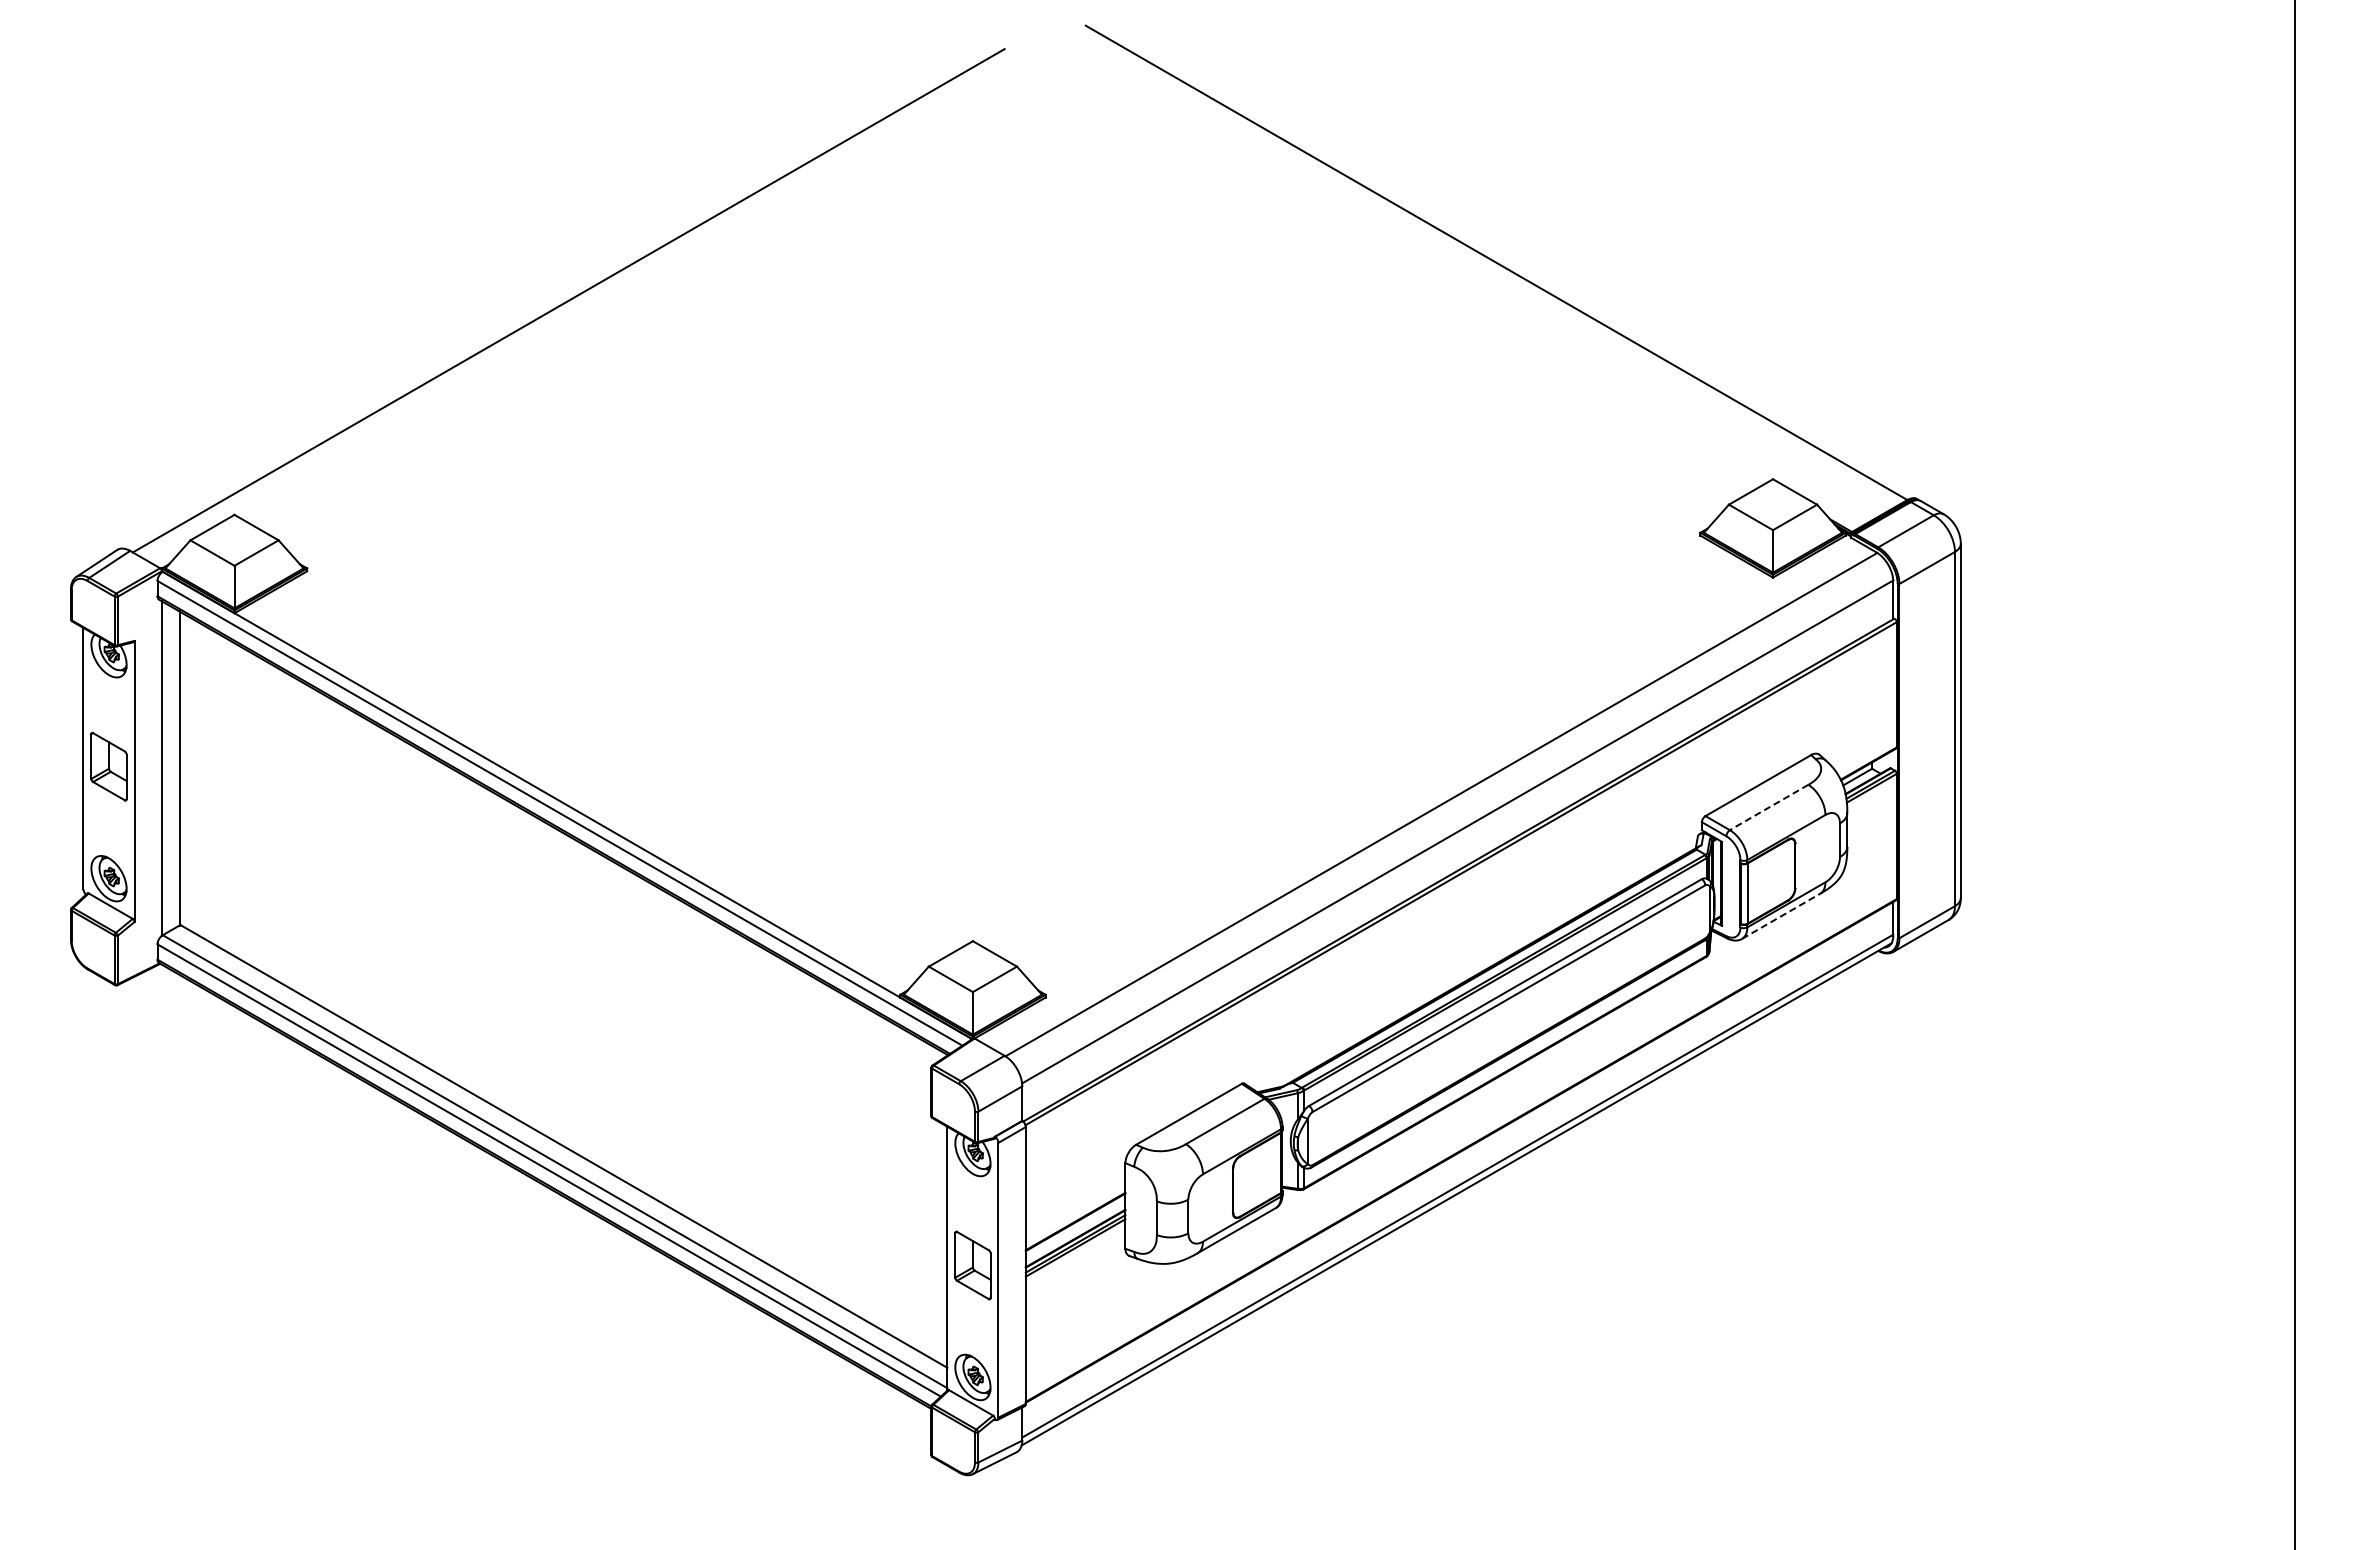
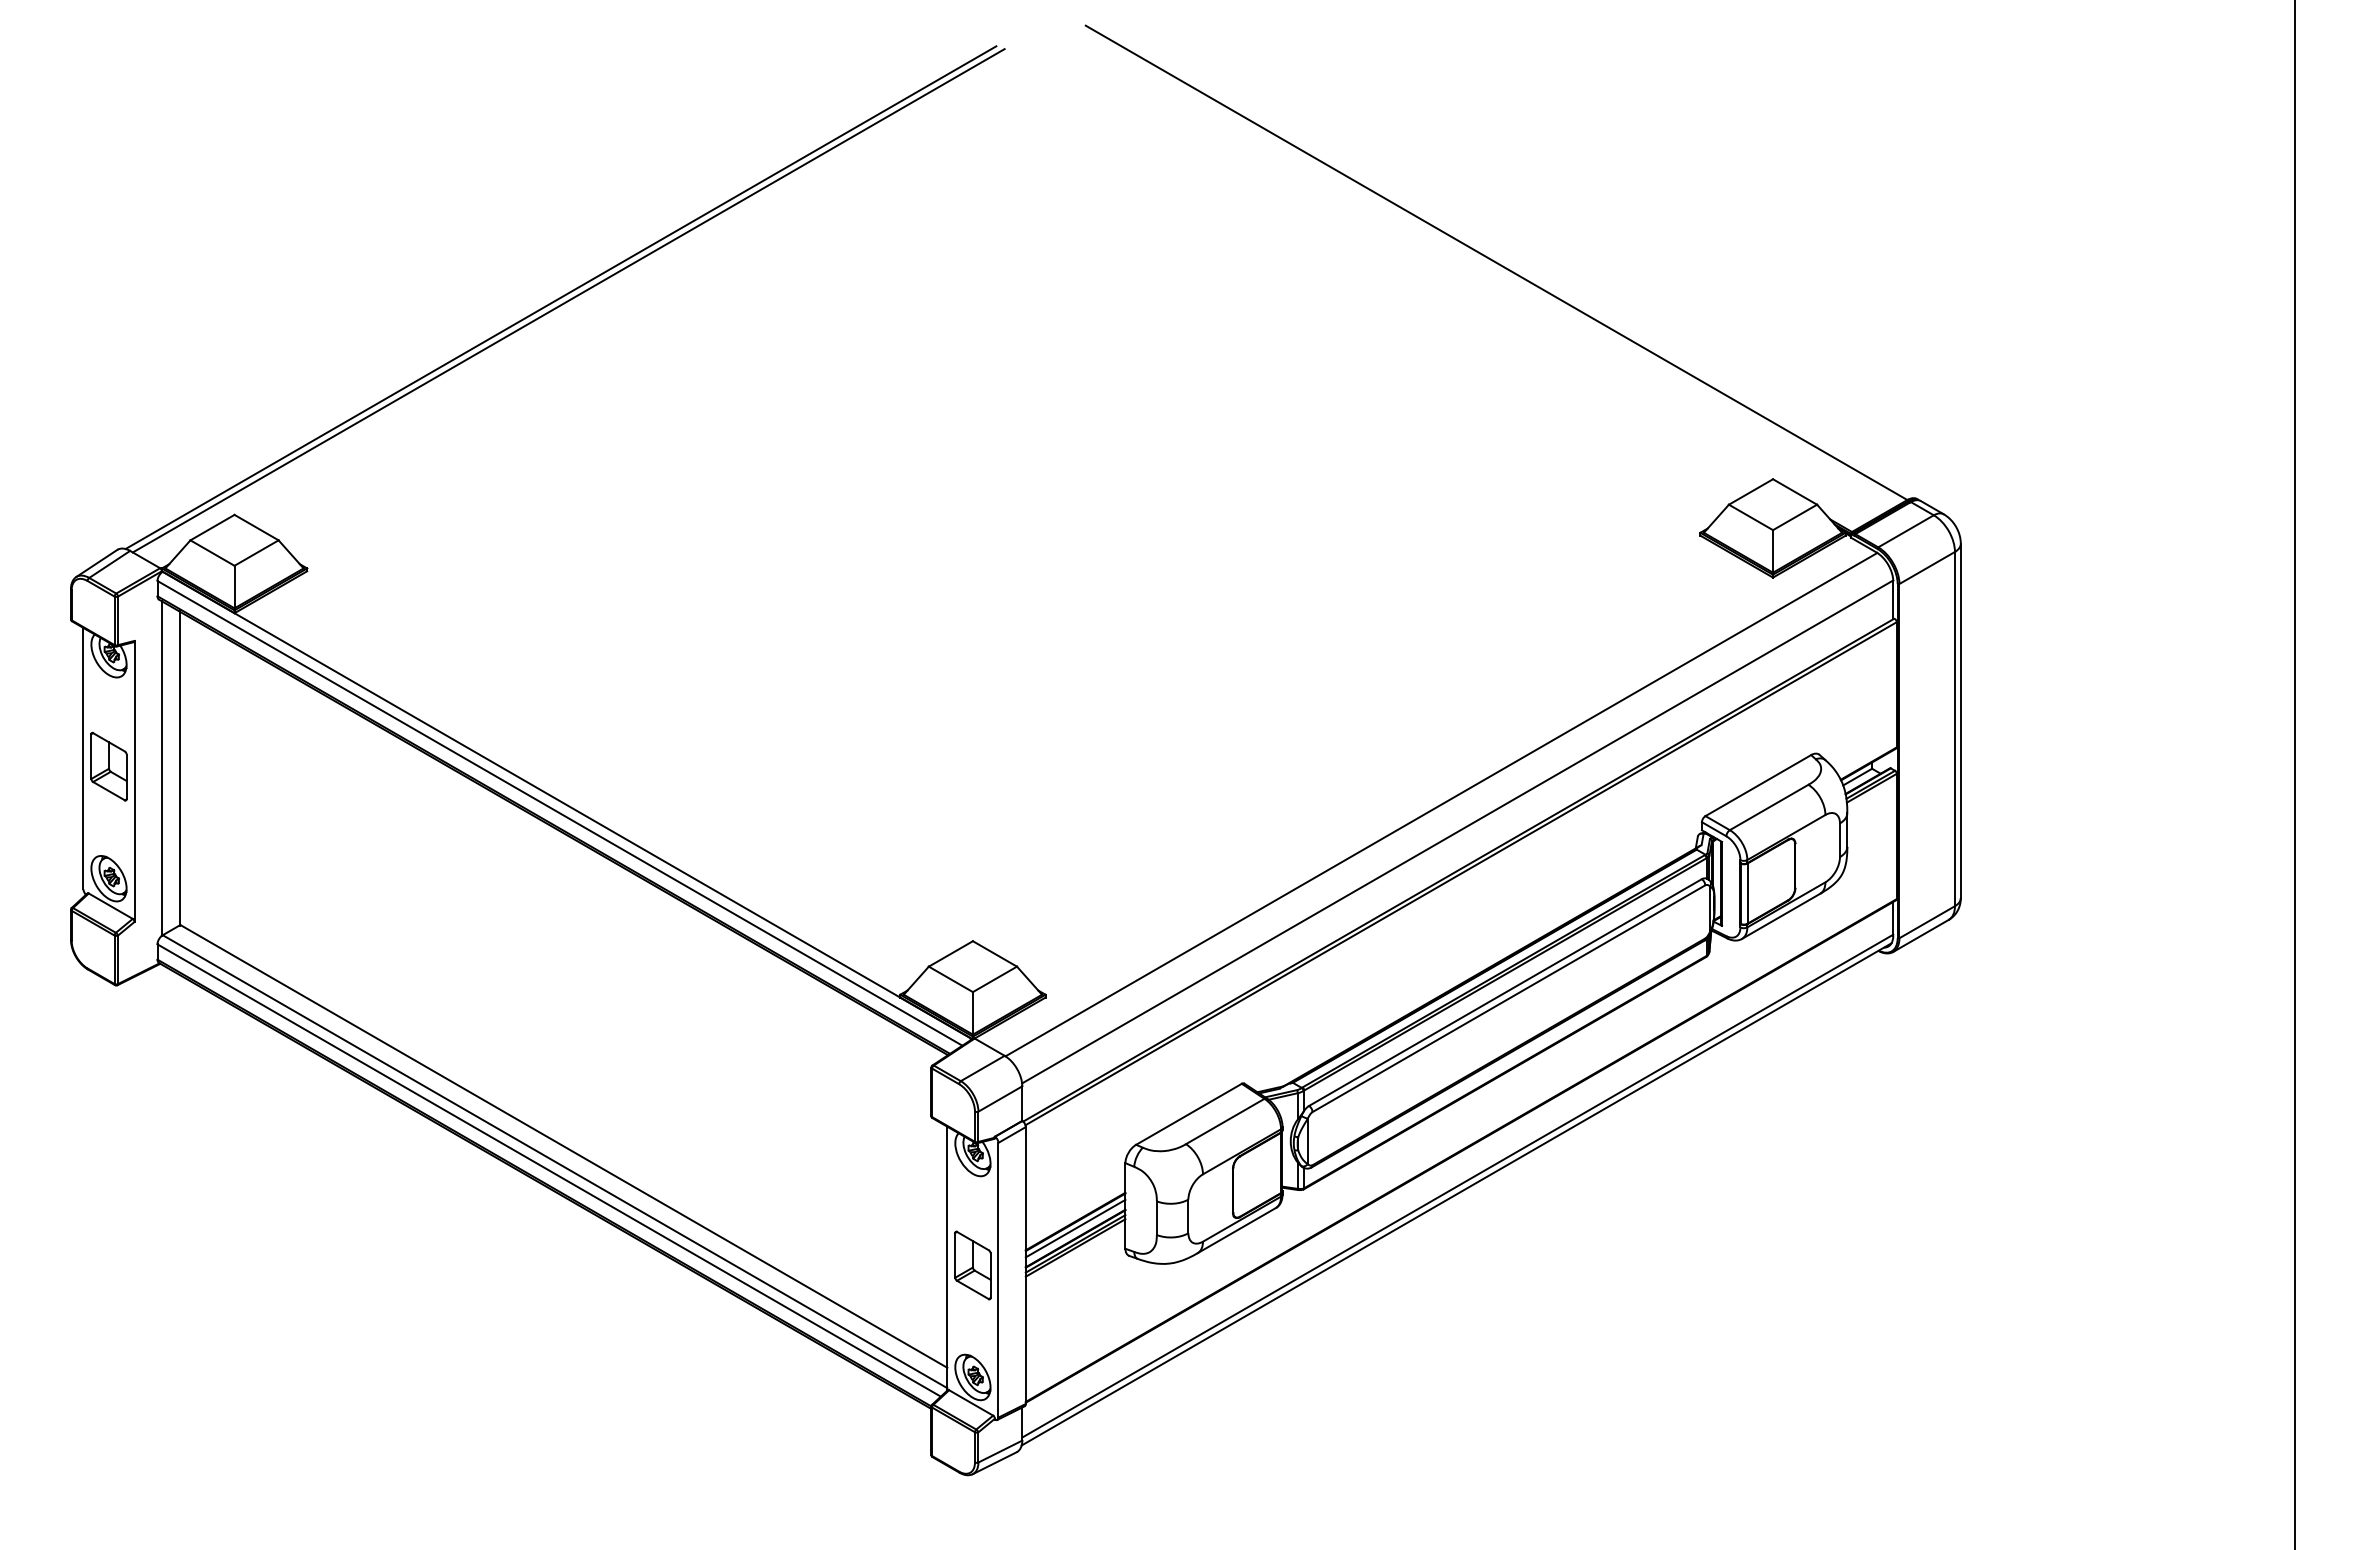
line at (560, 297): none -> present
line at (1768, 807): dashed -> solid
line at (1781, 916): dashed -> solid
line at (1075, 1228): none -> present
